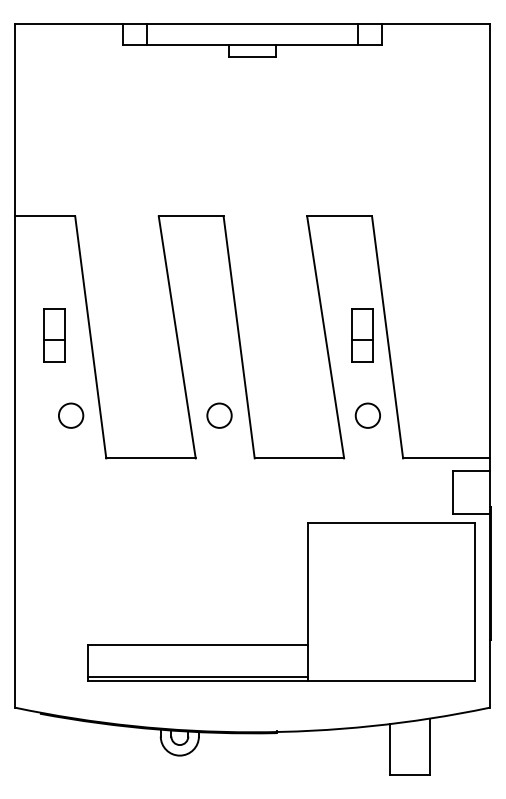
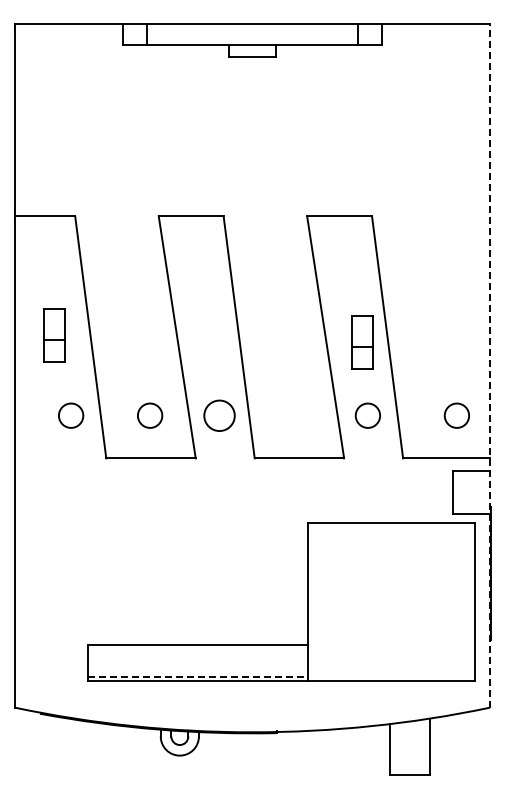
part at (362, 335) position: (362, 335) -> (362, 342)
line at (489, 365): solid -> dashed
circle at (150, 415): none -> present
circle at (219, 415) size: 27x27 px -> 33x33 px
circle at (456, 415): none -> present
line at (198, 676): solid -> dashed
